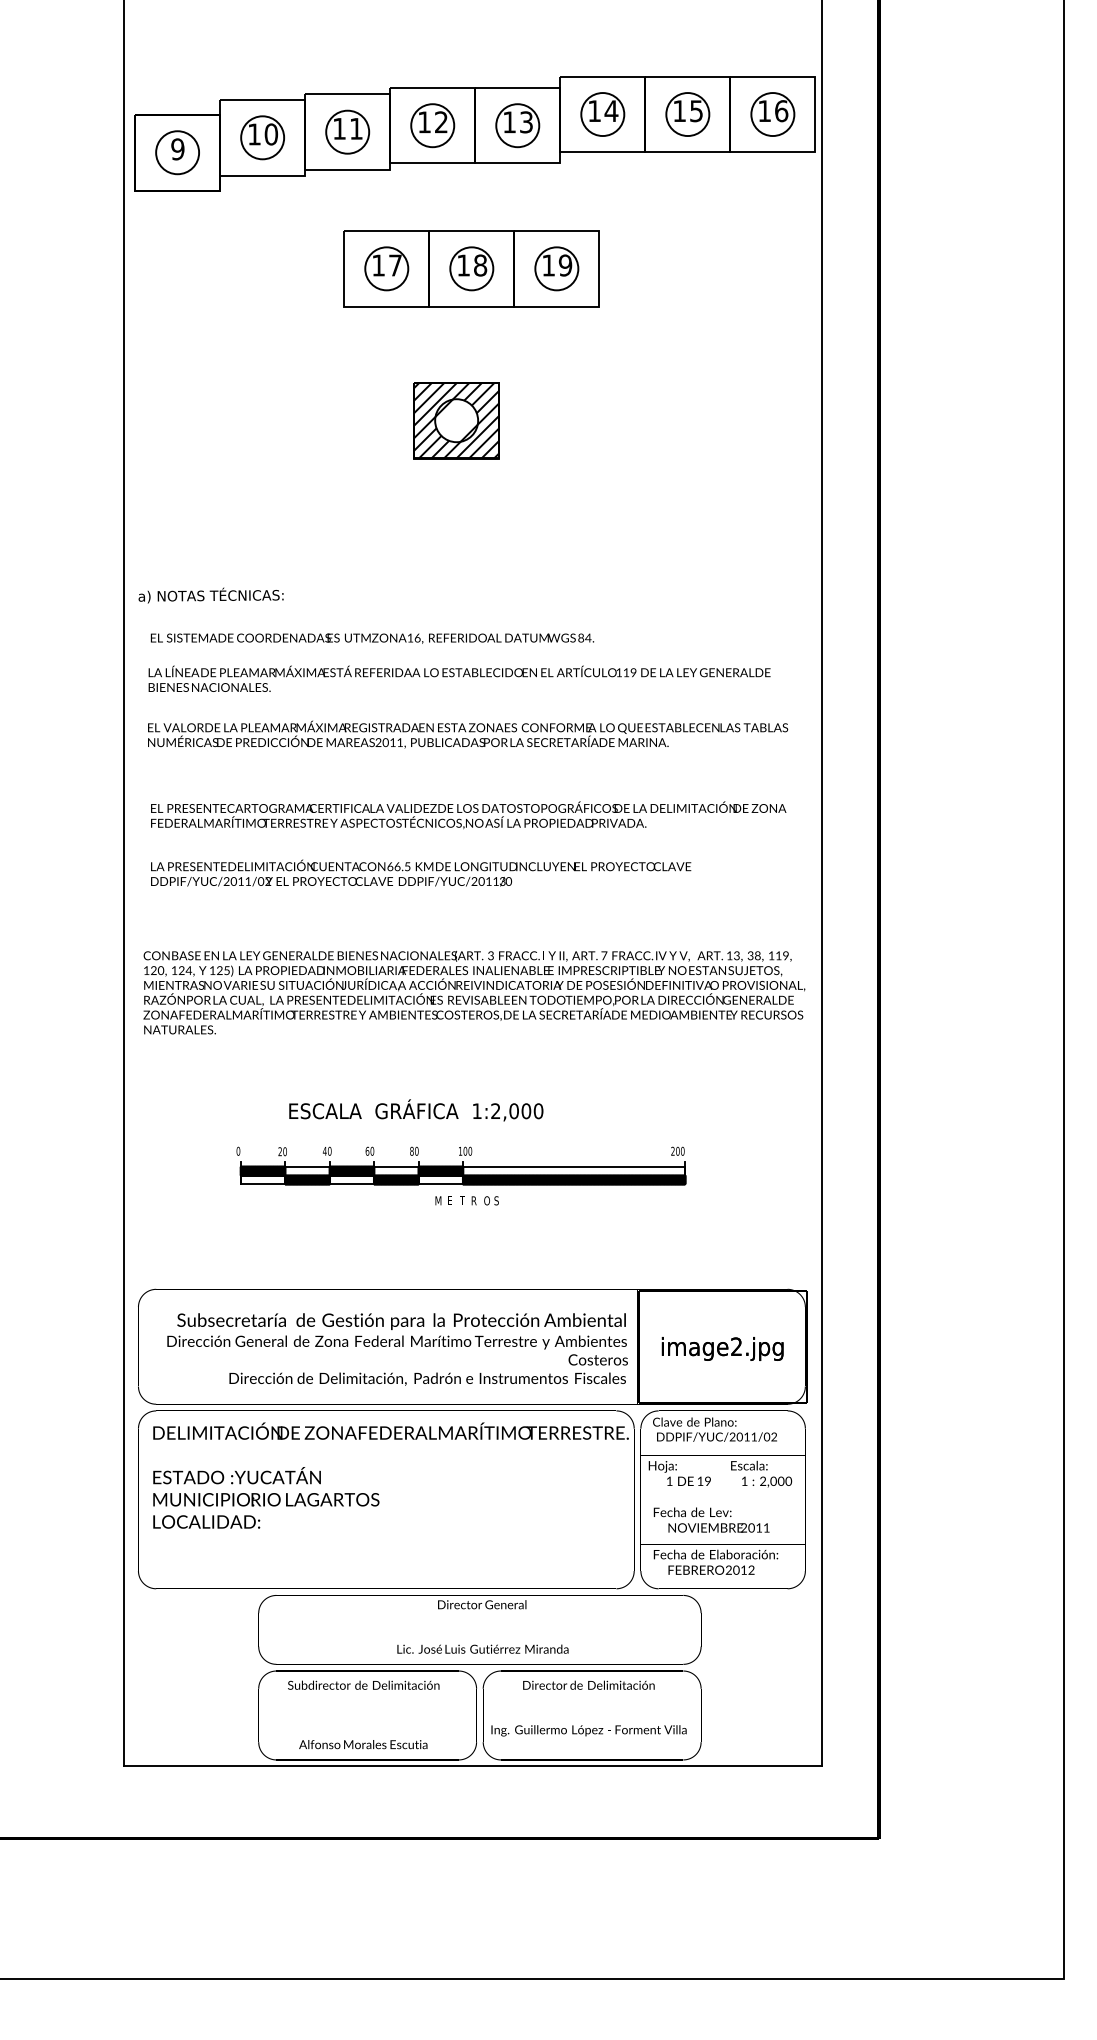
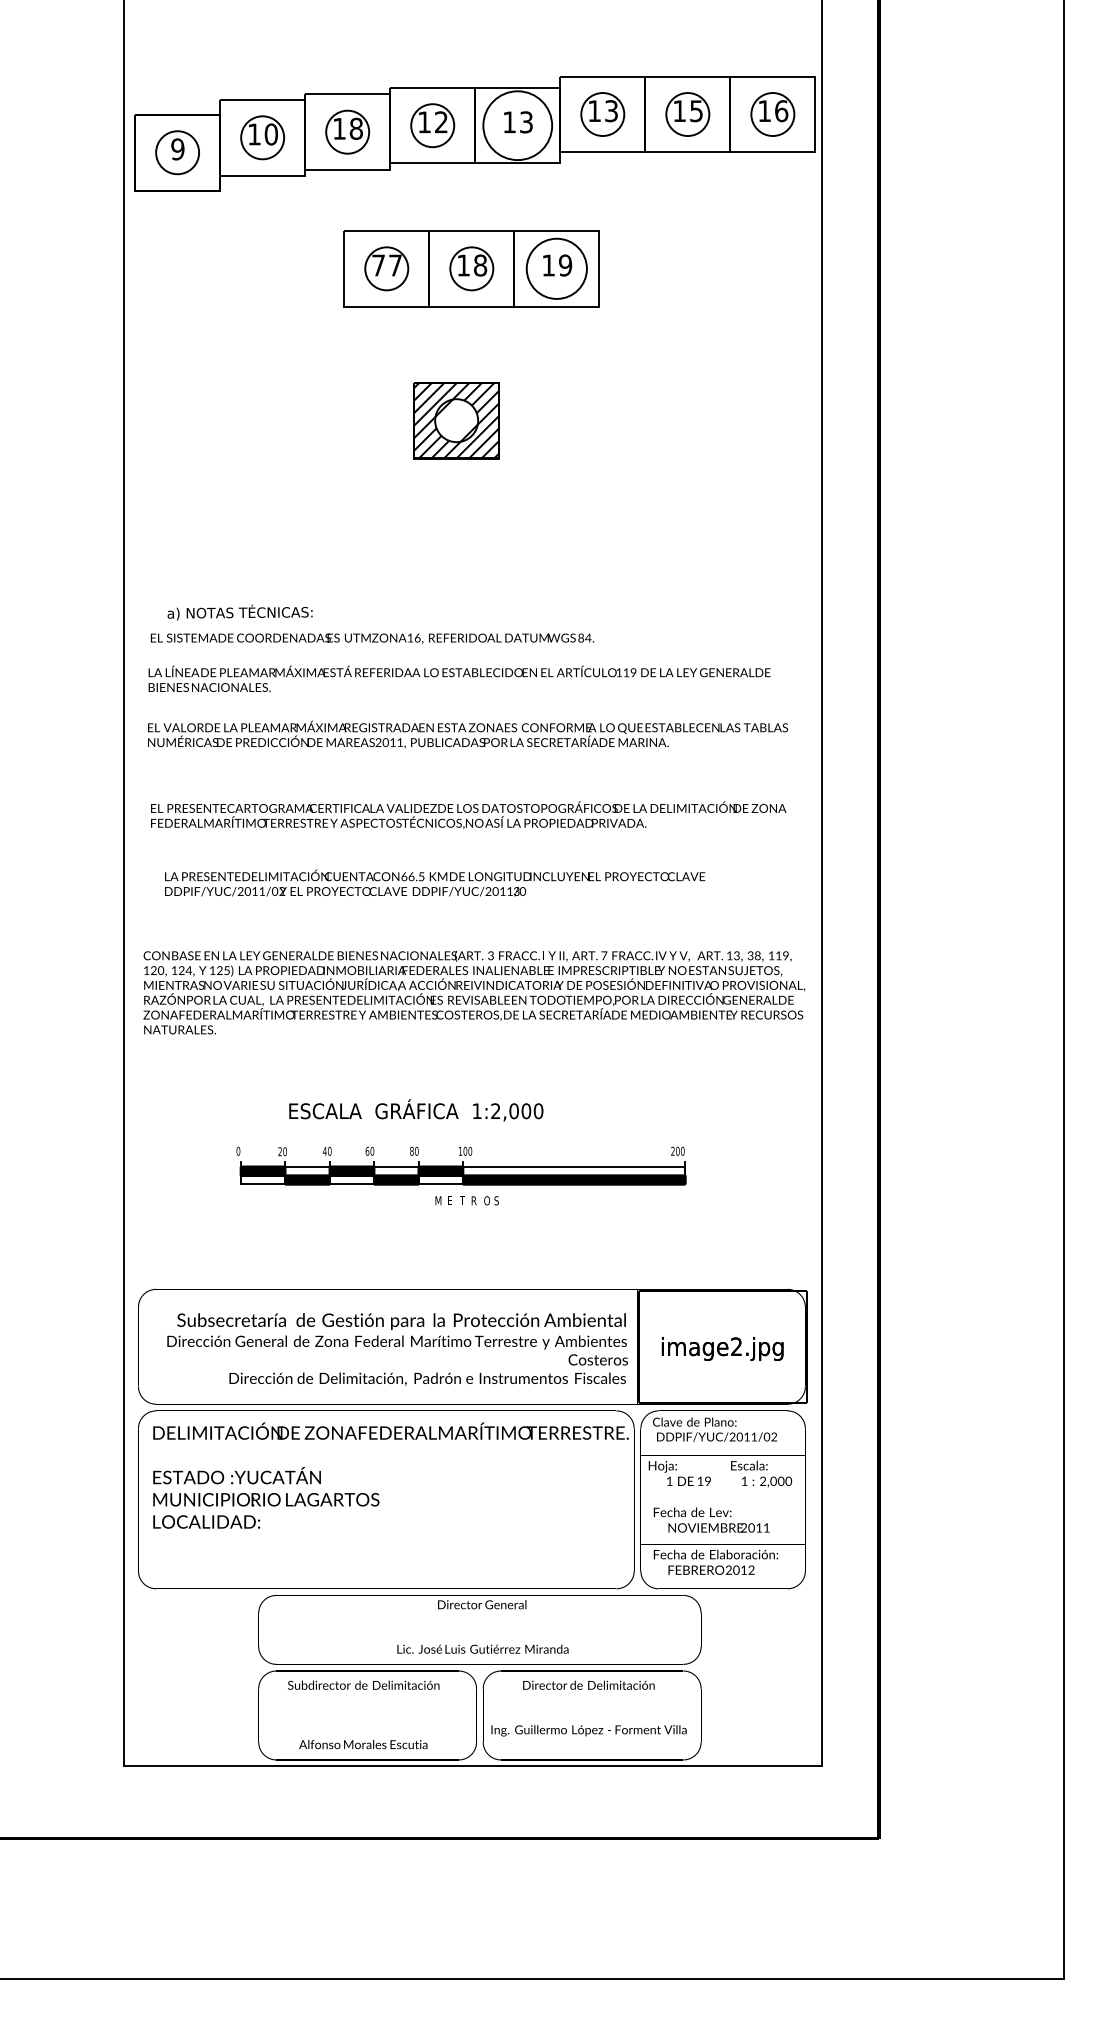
text at (611, 111): 14 -> 13
circle at (517, 125) diameter: 43 px -> 69 px
text at (355, 128): 11 -> 18
text at (378, 265): 17 -> 77
circle at (556, 268) diameter: 43 px -> 60 px
text at (210, 595) position: (210, 595) -> (239, 612)
text at (421, 872) position: (421, 872) -> (435, 882)
